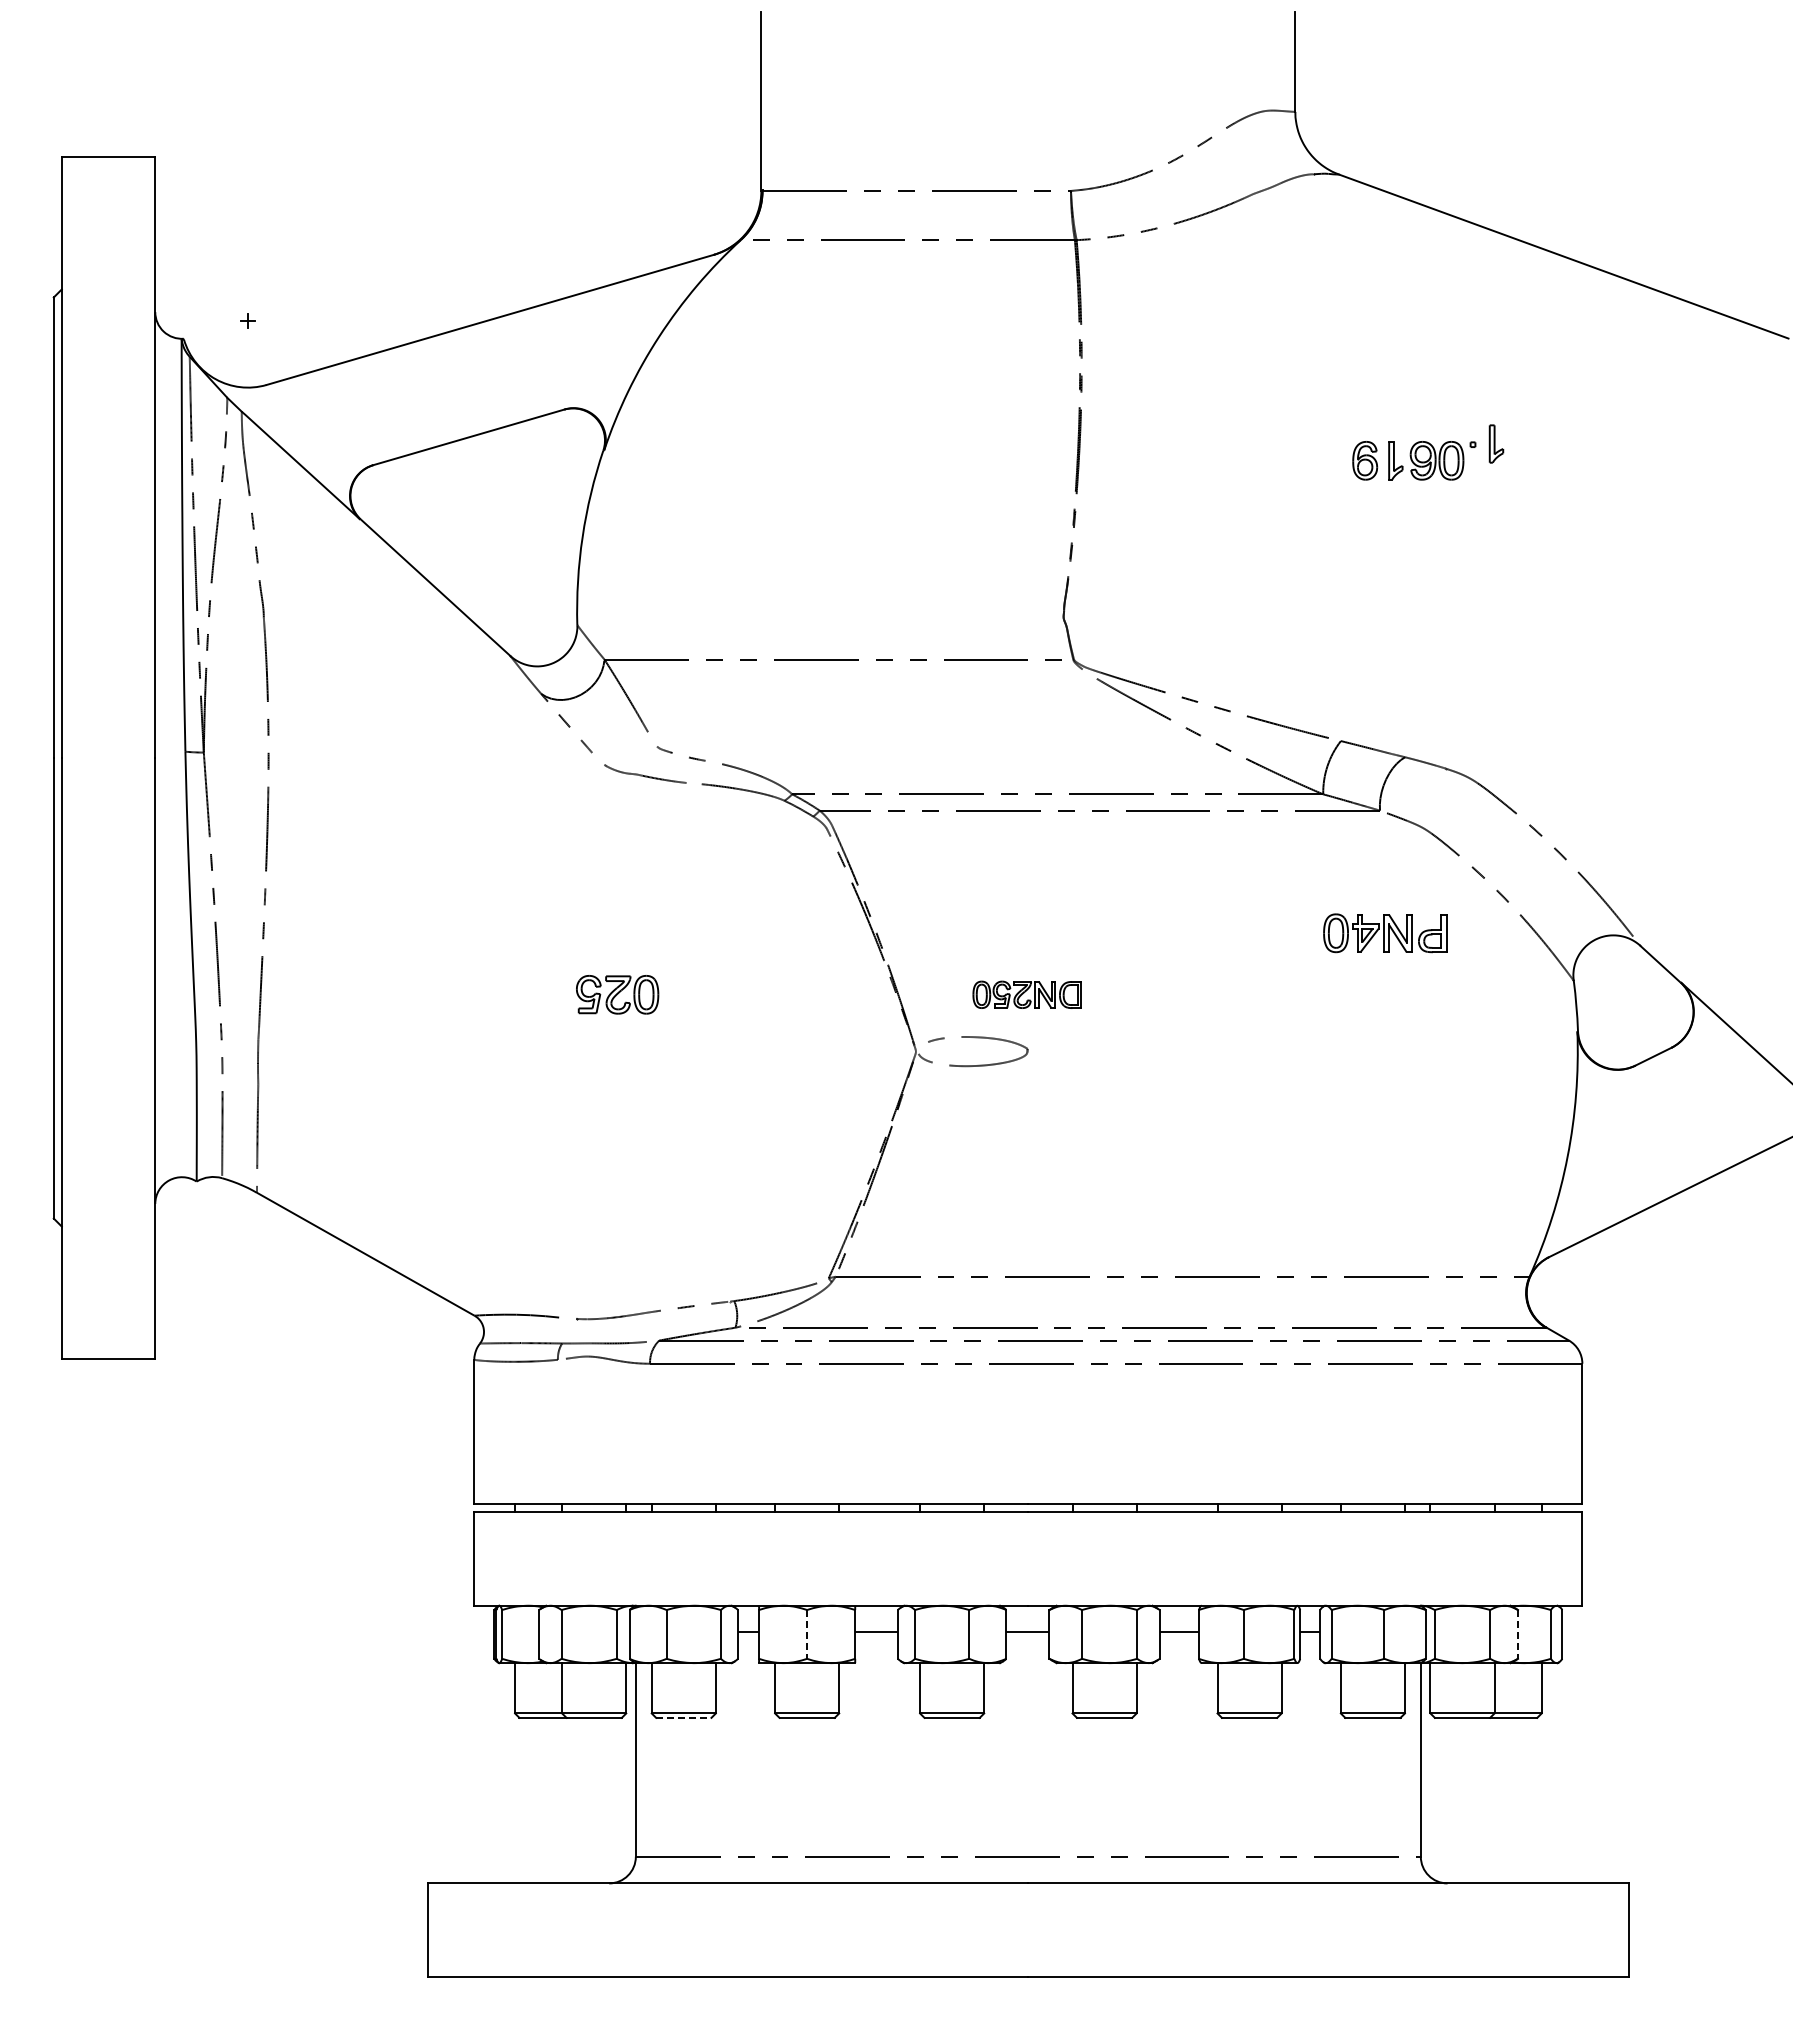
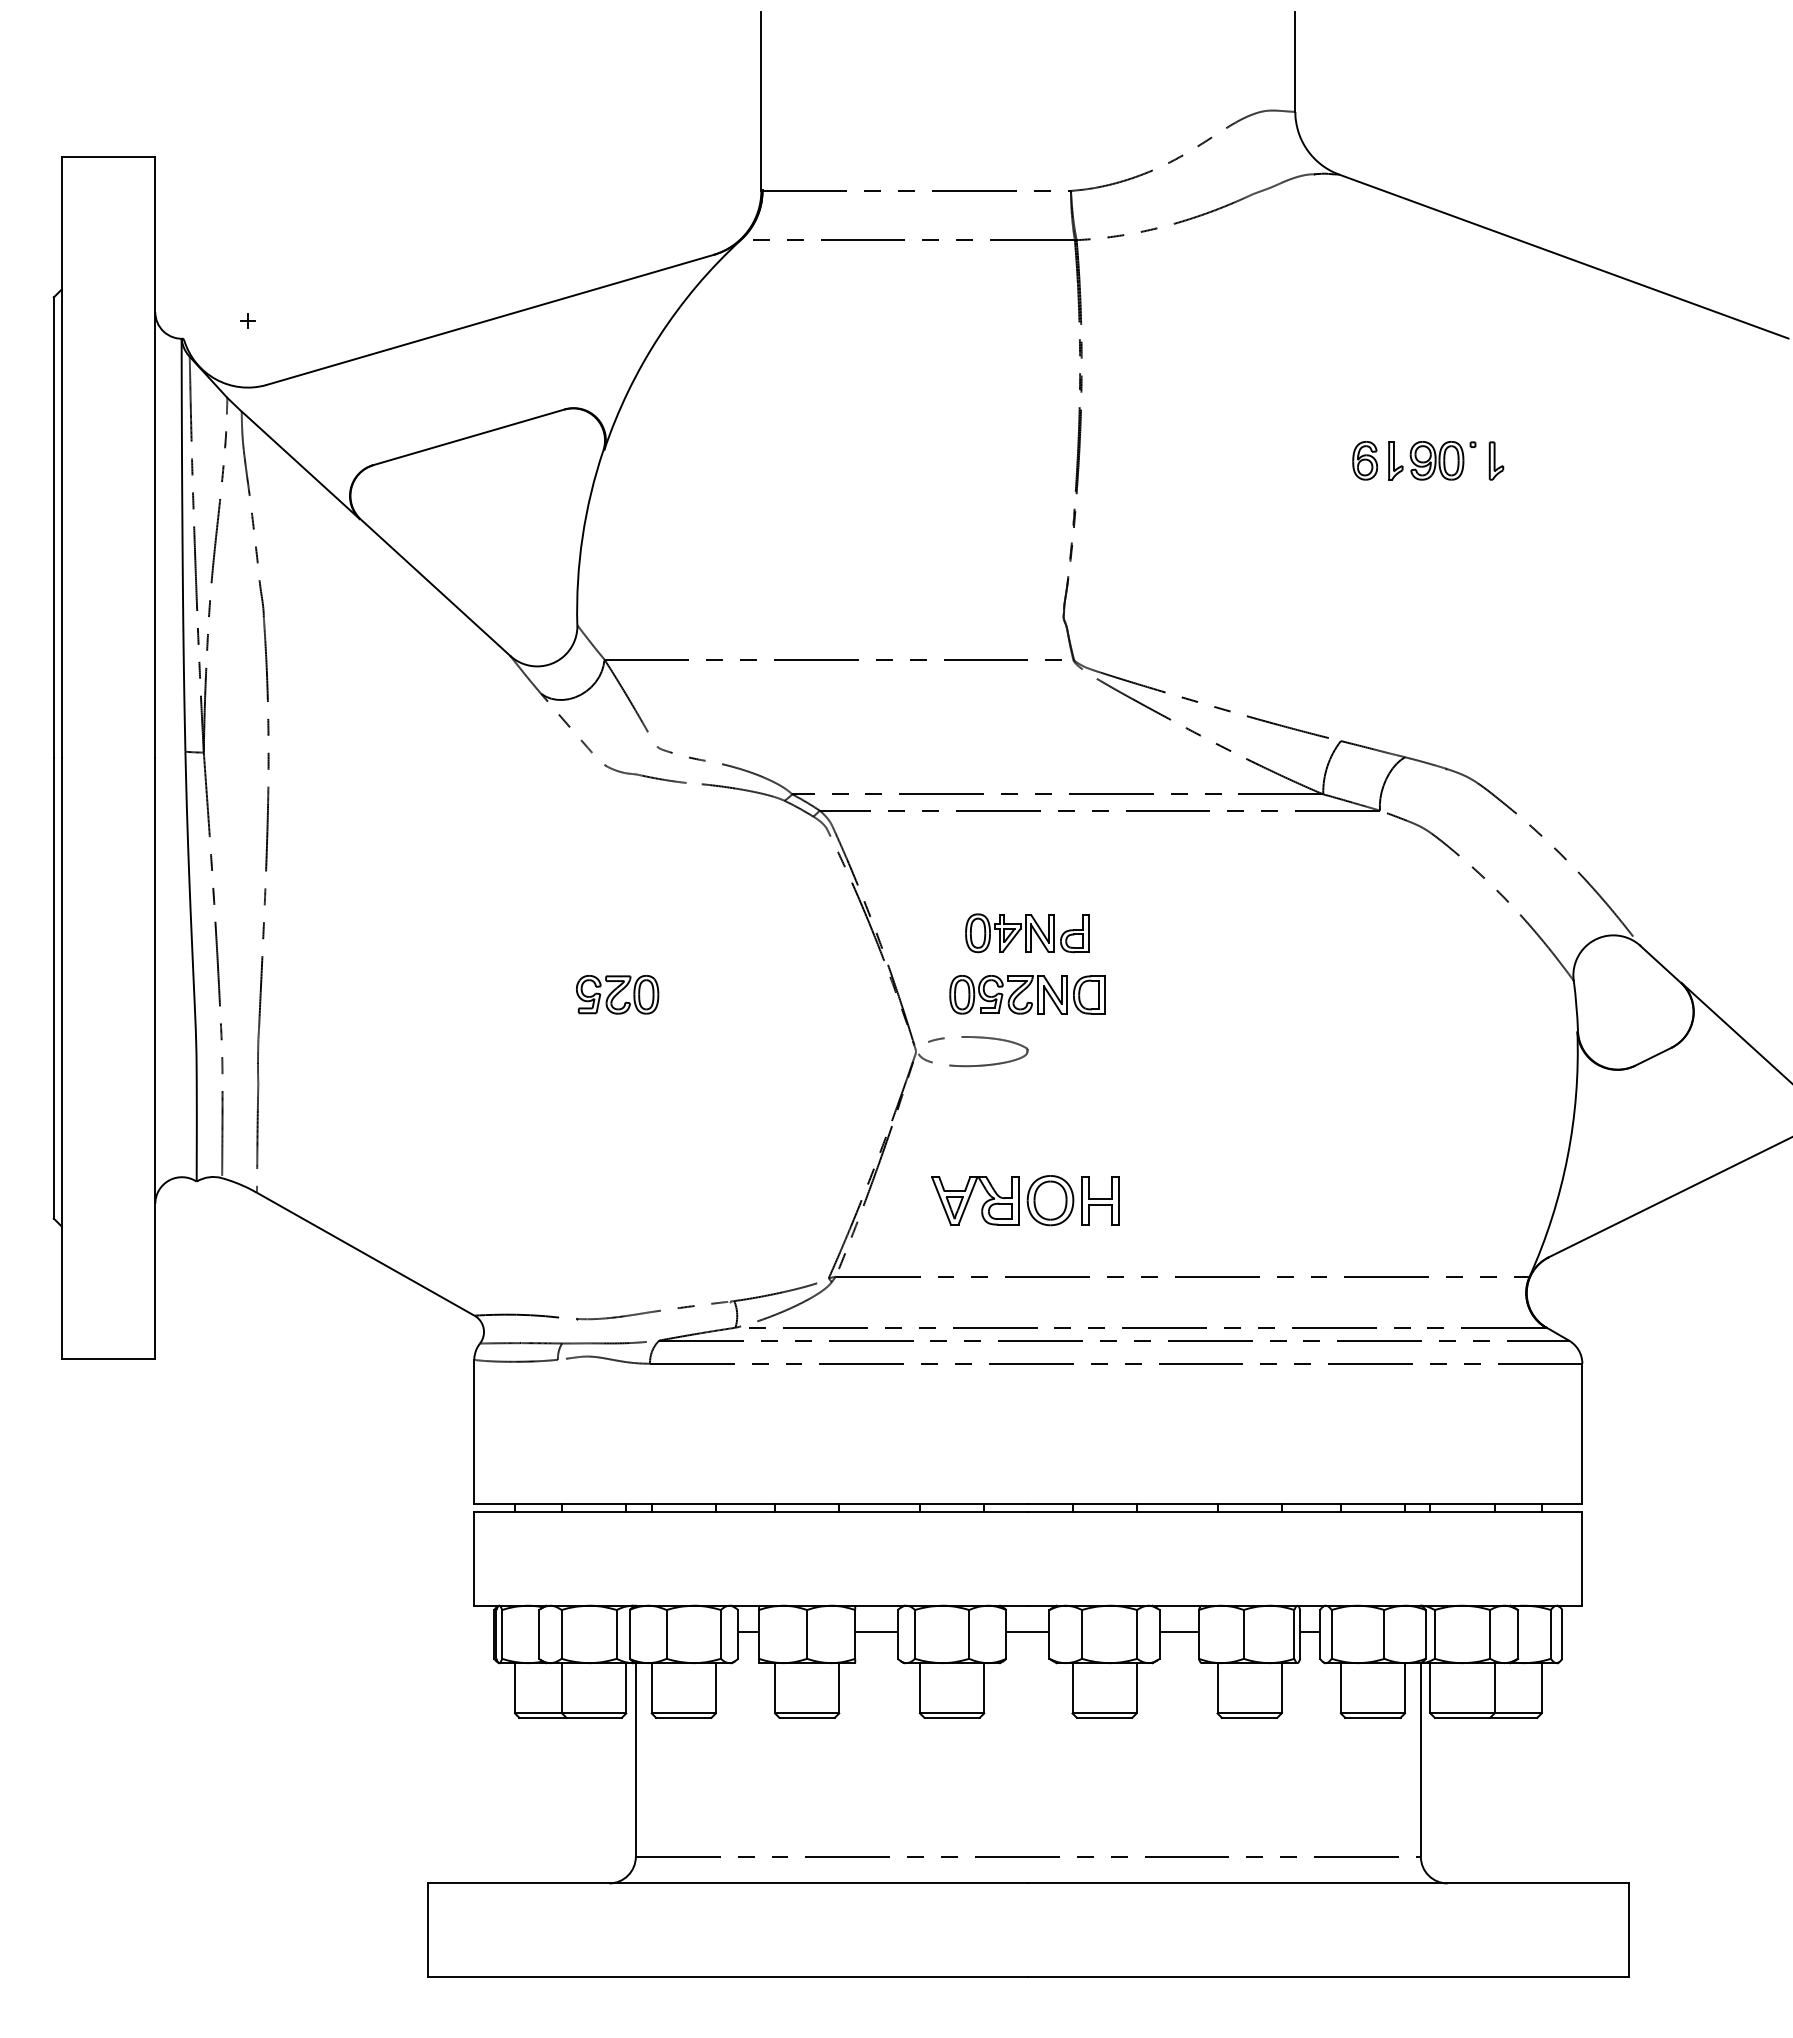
part at (1496, 443) position: (1496, 443) -> (1496, 460)
part at (1385, 933) position: (1385, 933) -> (1027, 933)
part at (1026, 994) size: 110x29 px -> 157x40 px
part at (1025, 1200): none -> present
line at (807, 1634): dashed -> solid
line at (1518, 1634): dashed -> solid
line at (683, 1717): dashed -> solid
